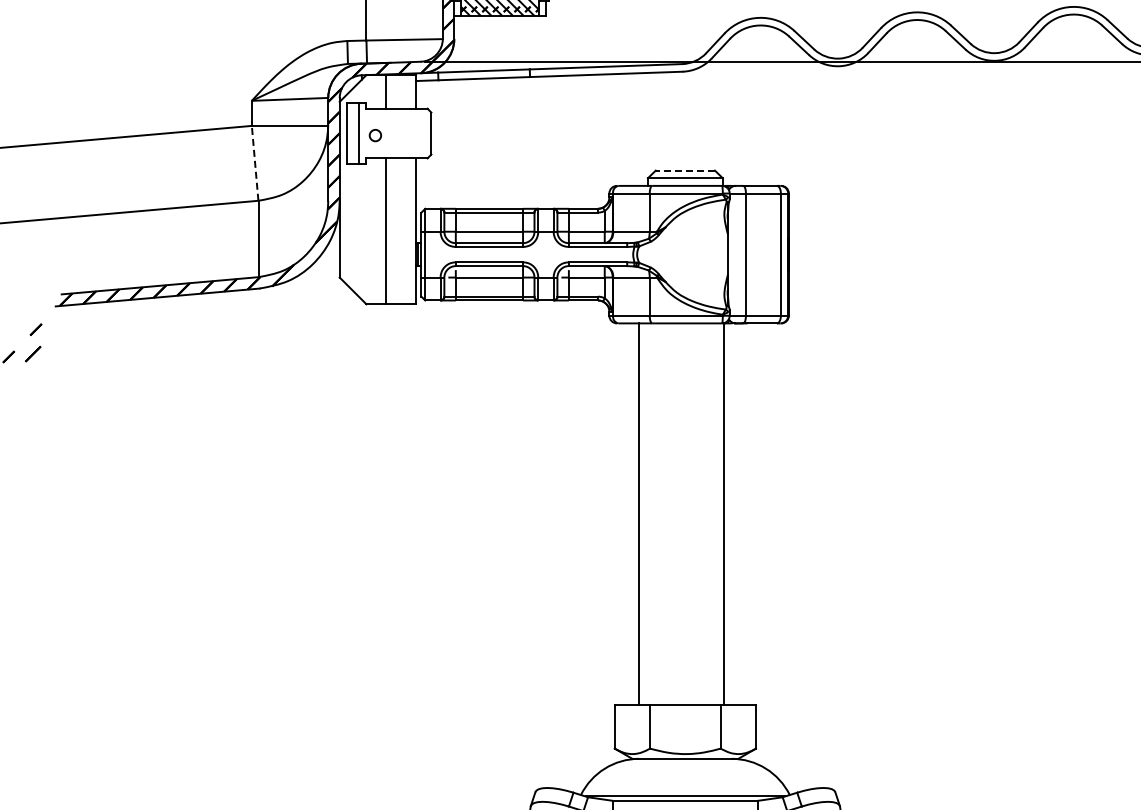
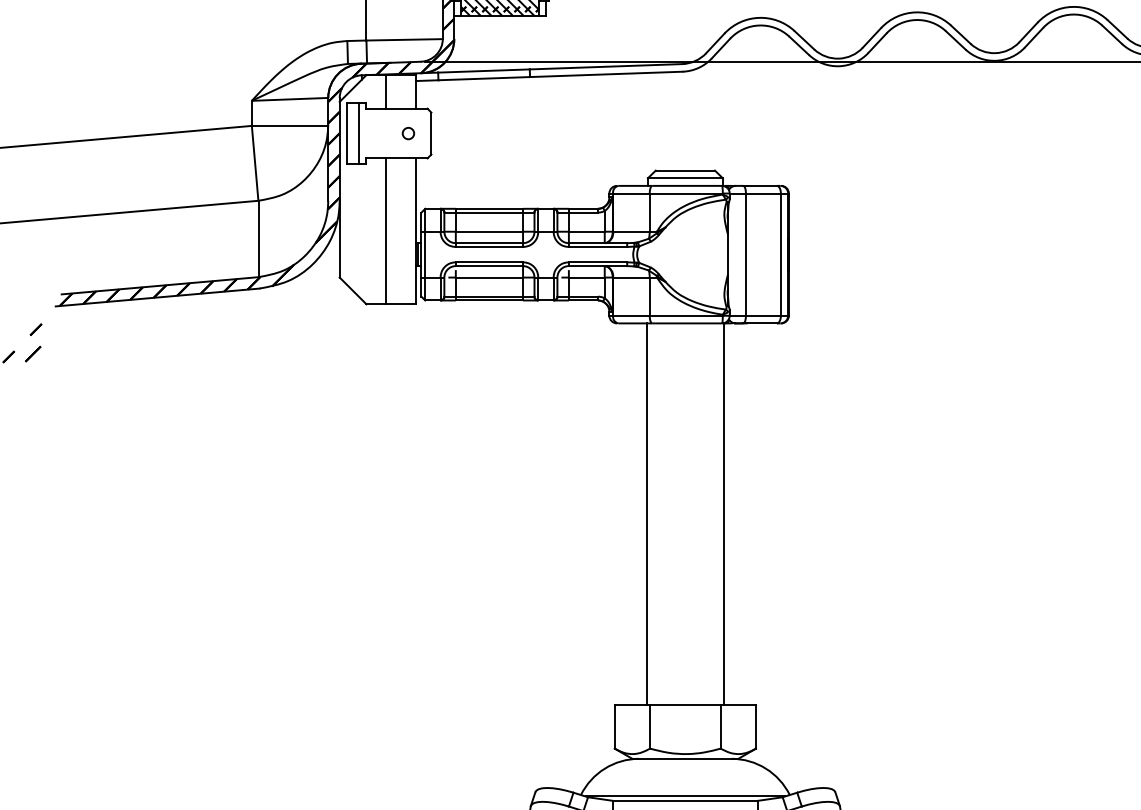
circle at (375, 135) position: (375, 135) -> (408, 133)
line at (255, 163): dashed -> solid
line at (685, 170): dashed -> solid
line at (639, 514) position: (639, 514) -> (647, 514)
